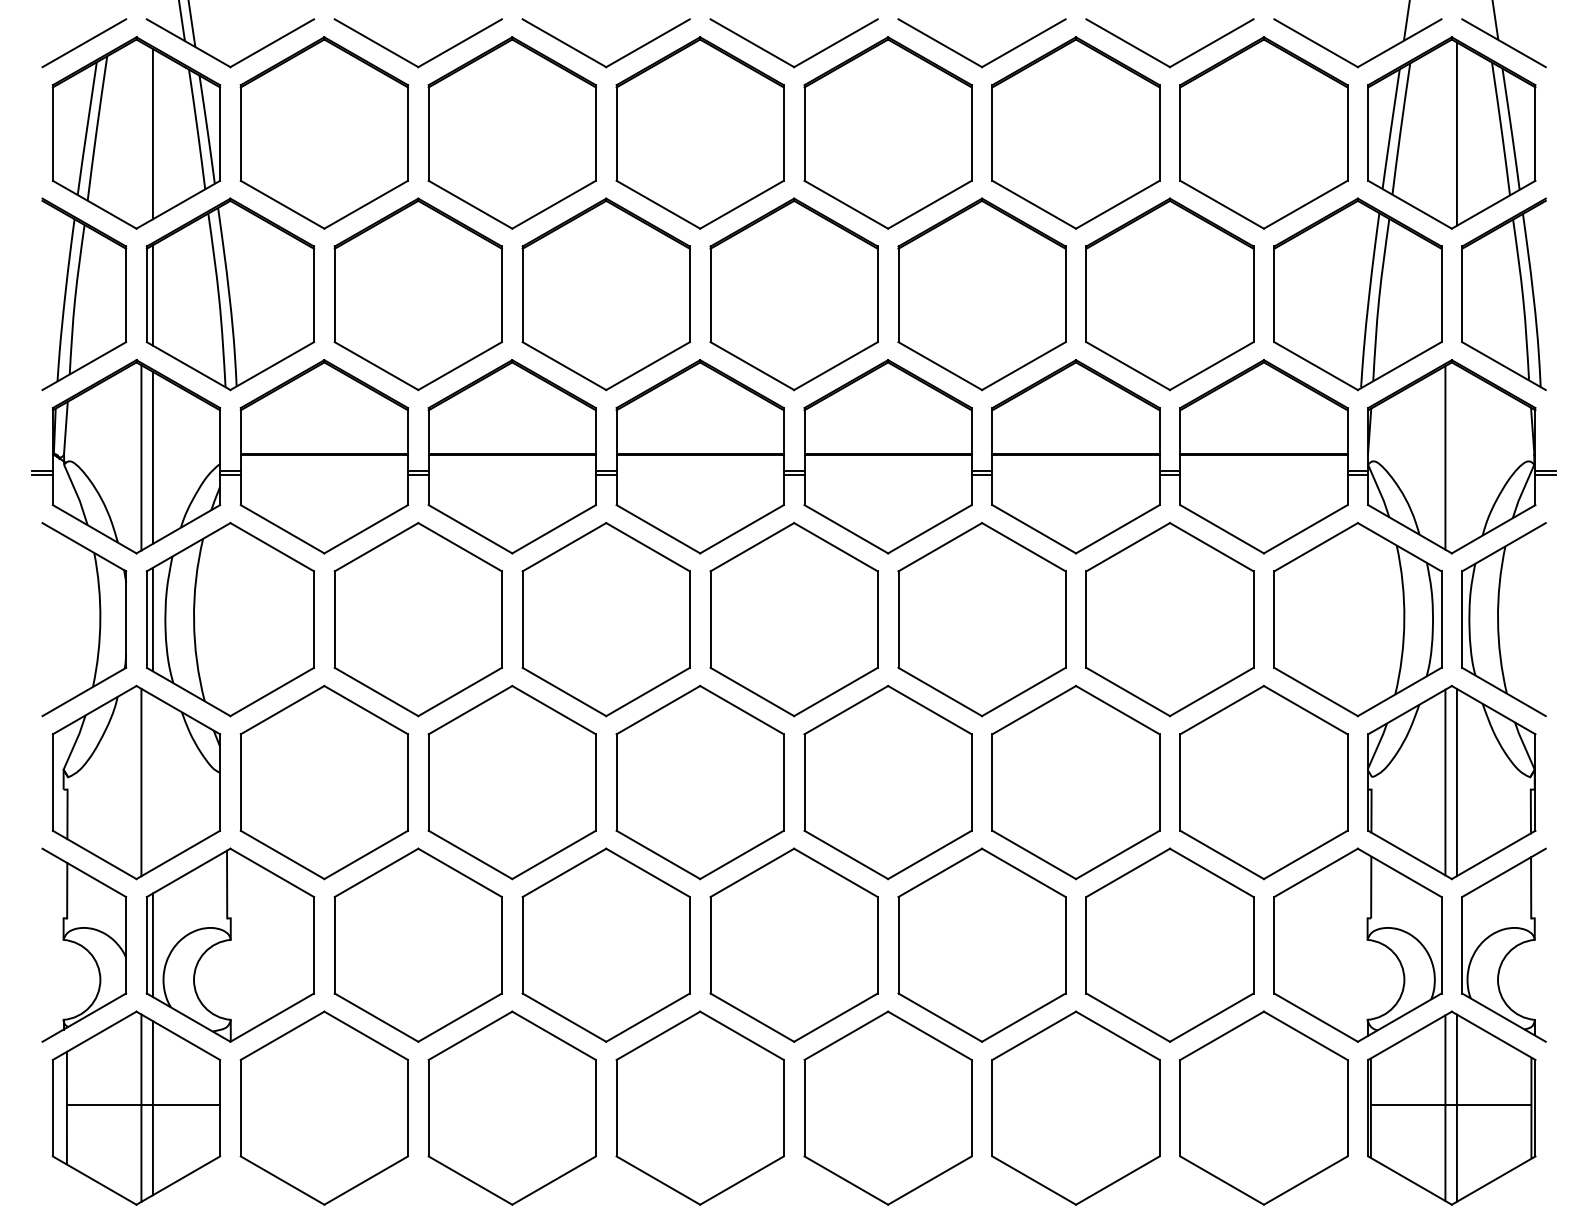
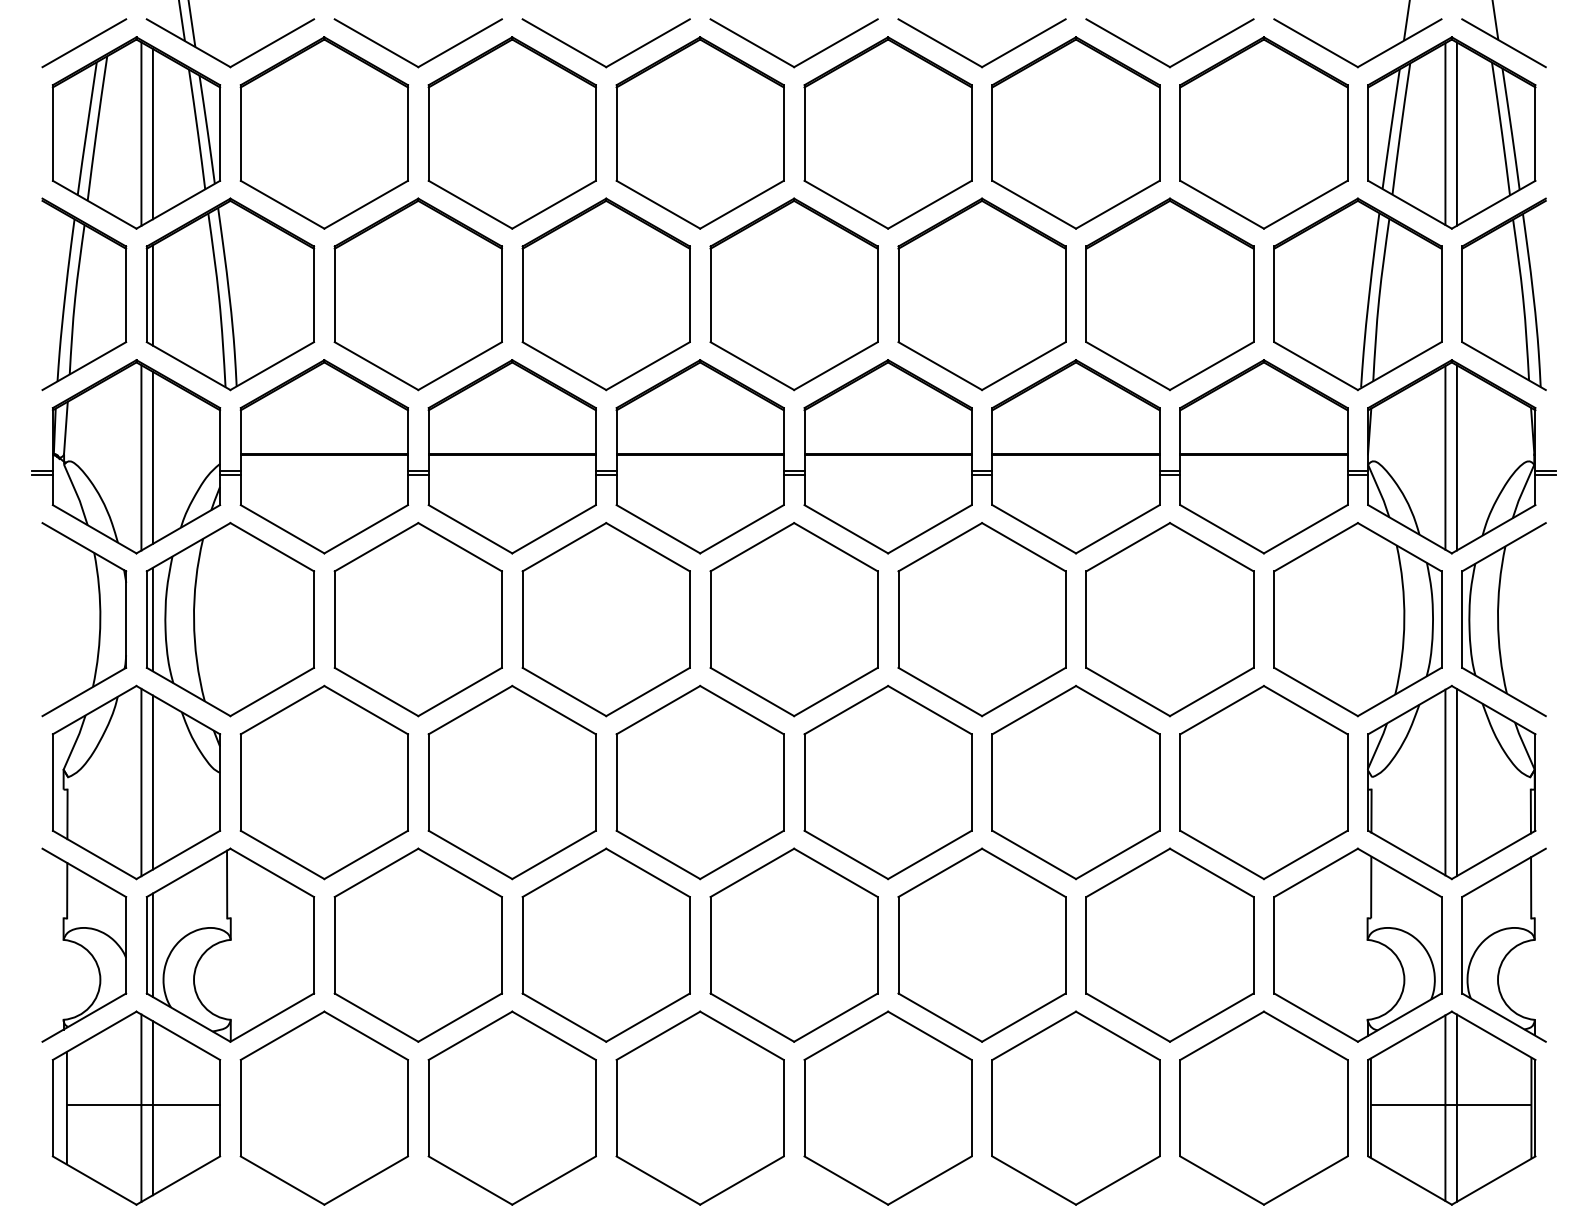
line at (141, 133): none -> present
line at (1445, 134): none -> present
line at (1456, 457): none -> present
line at (152, 782): none -> present
